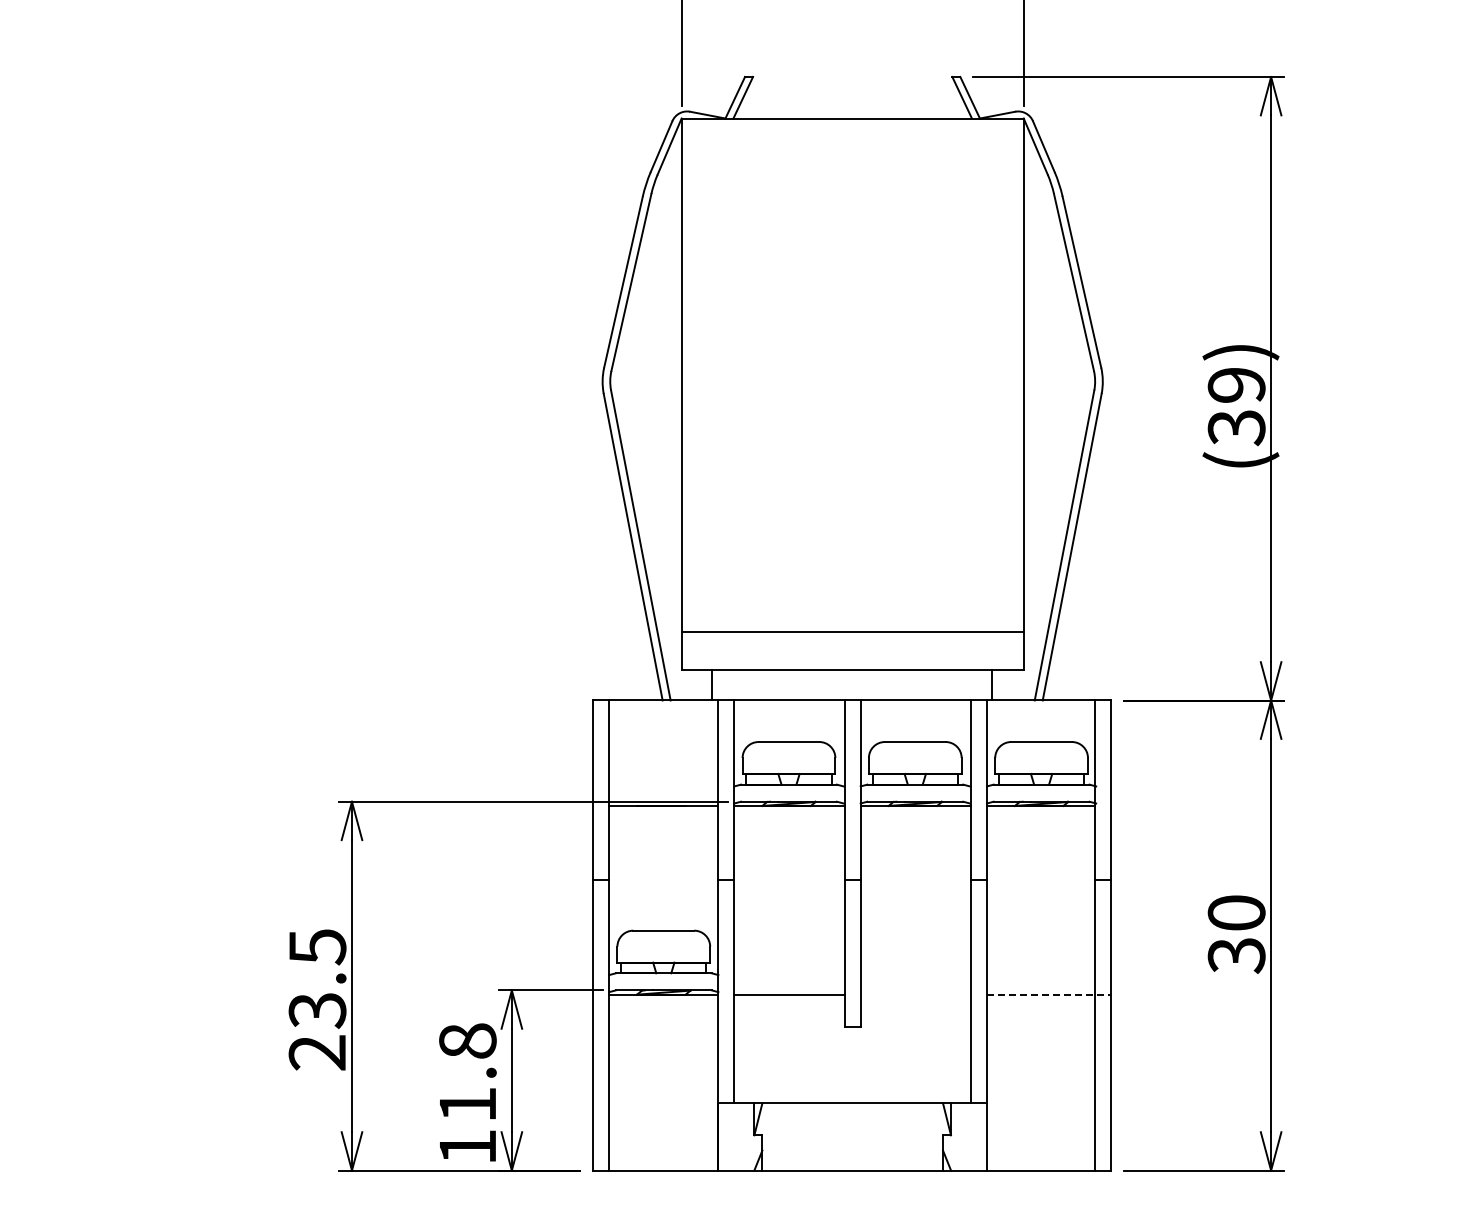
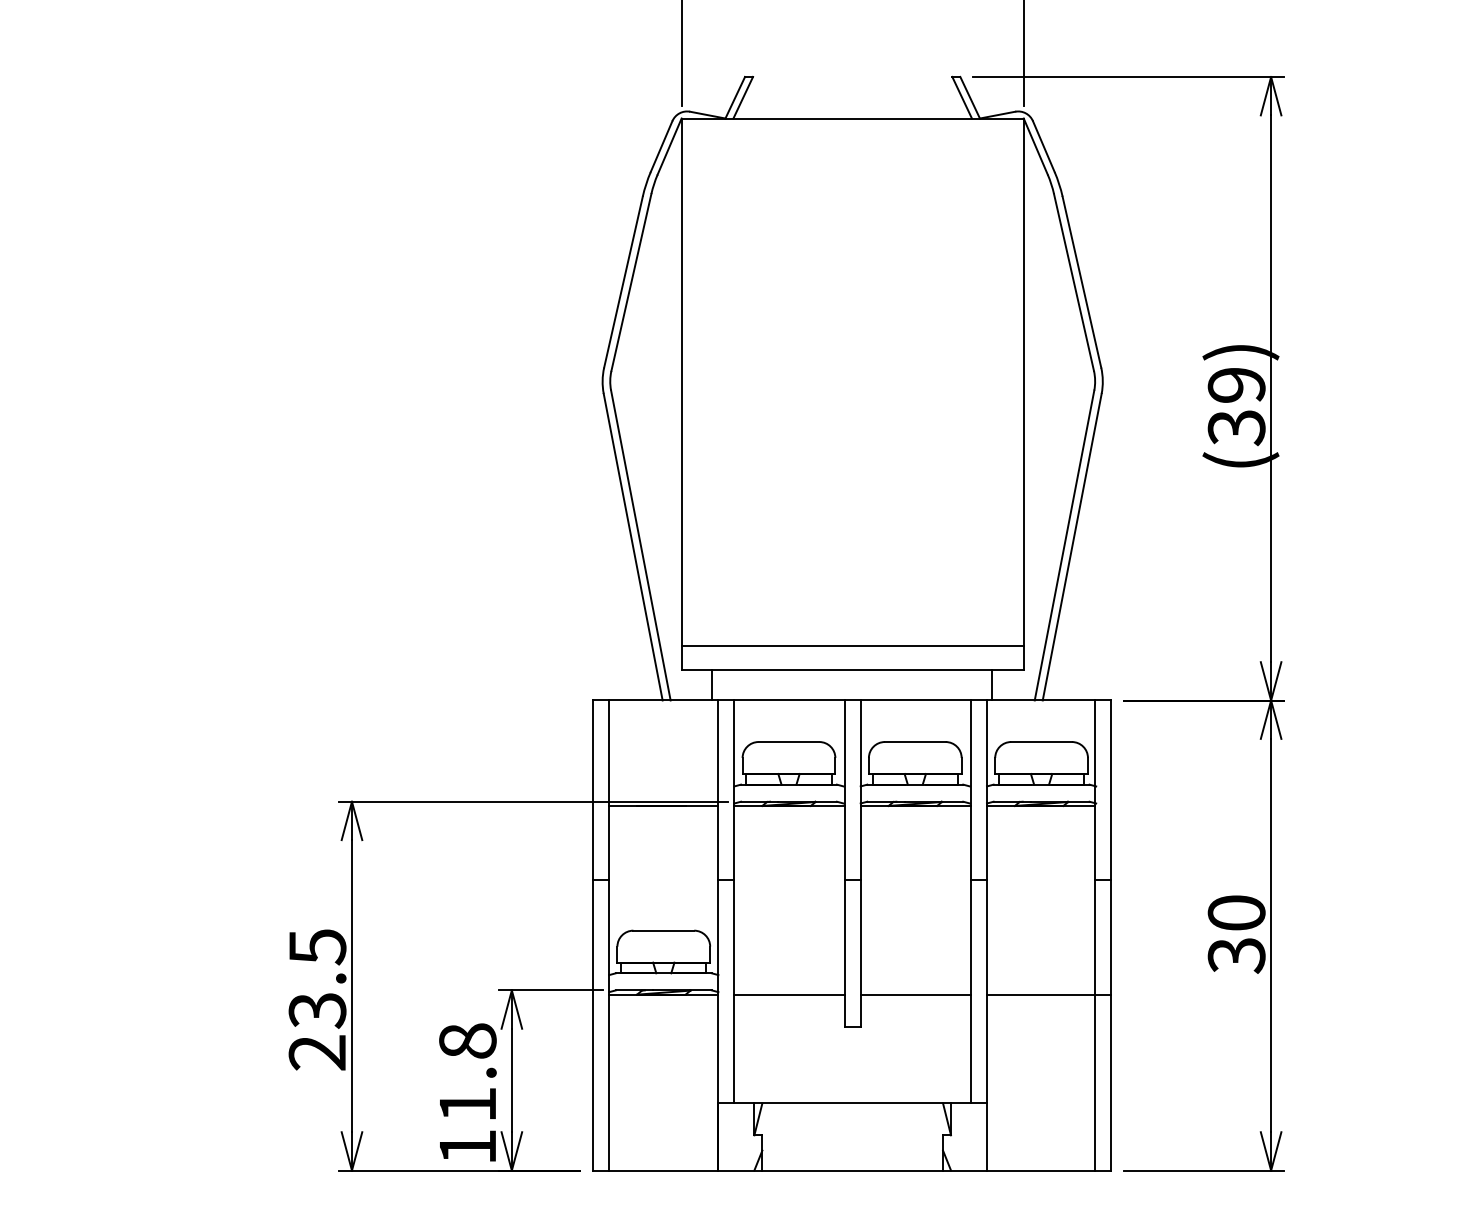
line at (852, 632) position: (852, 632) -> (852, 646)
line at (915, 994): none -> present
line at (1049, 994): dashed -> solid
